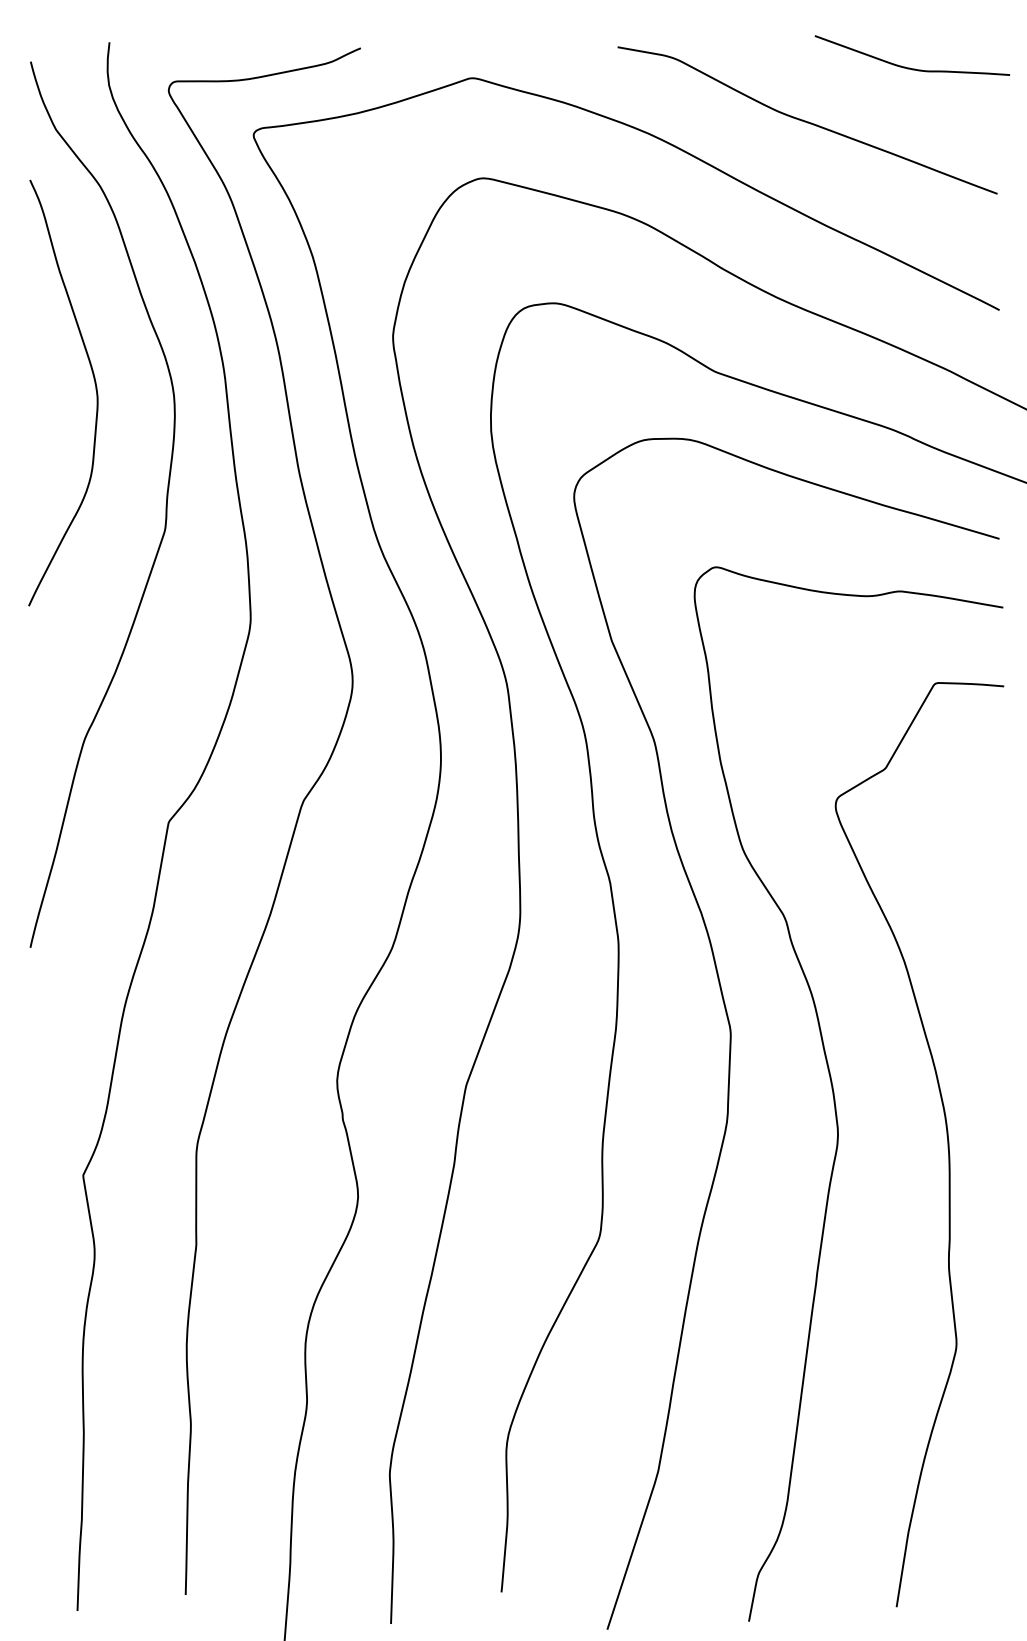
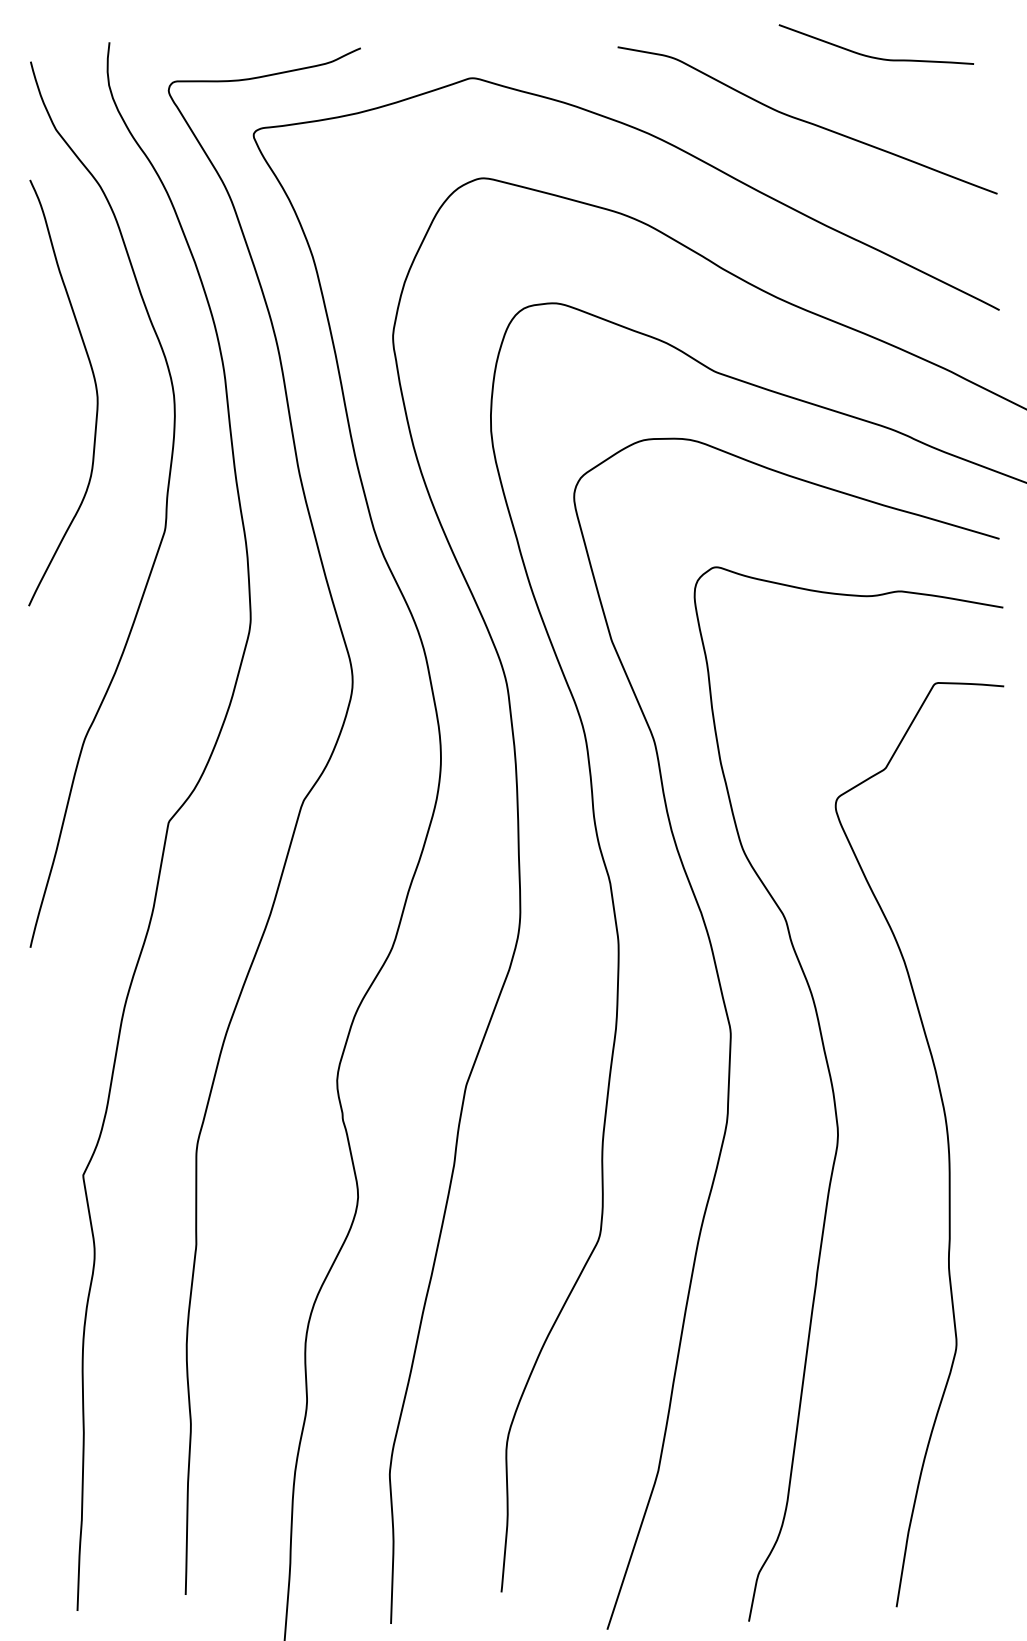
curve at (910, 67) position: (910, 67) -> (874, 56)
